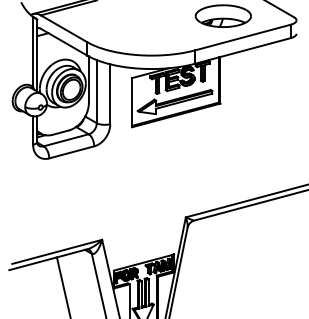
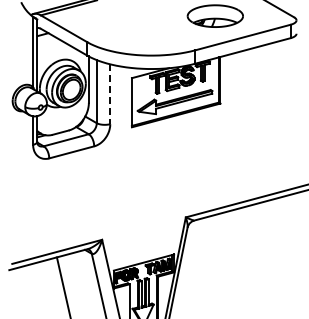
part at (222, 15) position: (222, 15) -> (214, 15)
line at (110, 94): solid -> dashed
